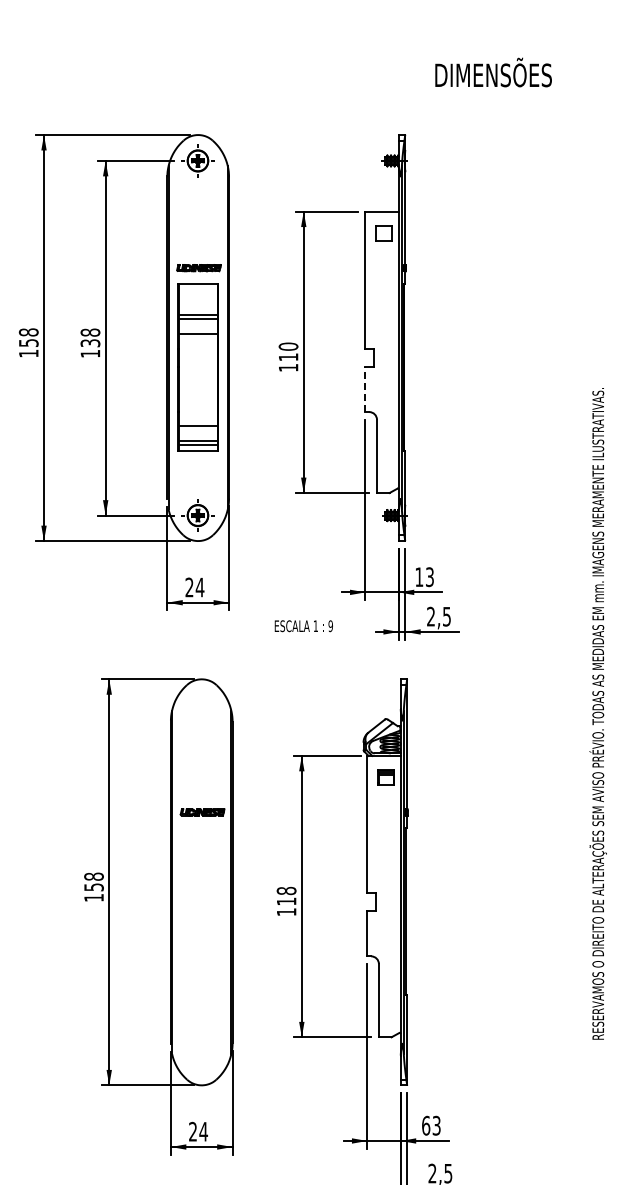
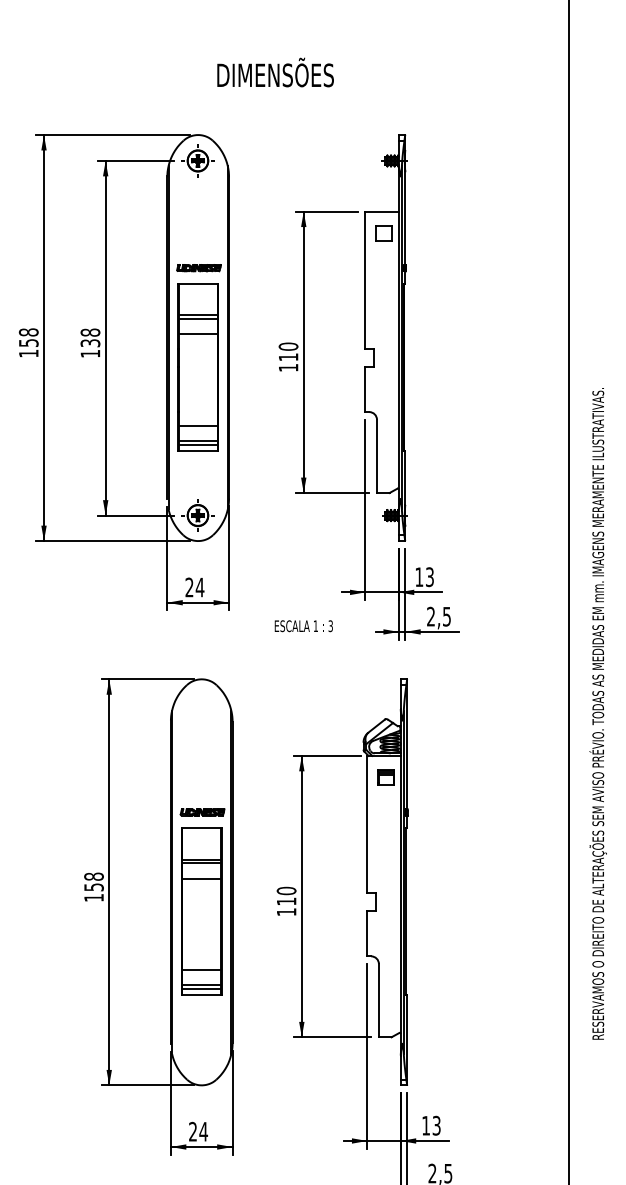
text at (493, 72) position: (493, 72) -> (275, 72)
line at (365, 389): dashed -> solid
line at (568, 591): none -> present
text at (330, 625): 9 -> 3
text at (286, 890): 118 -> 110
part at (201, 911): none -> present
text at (426, 1125): 63 -> 13
